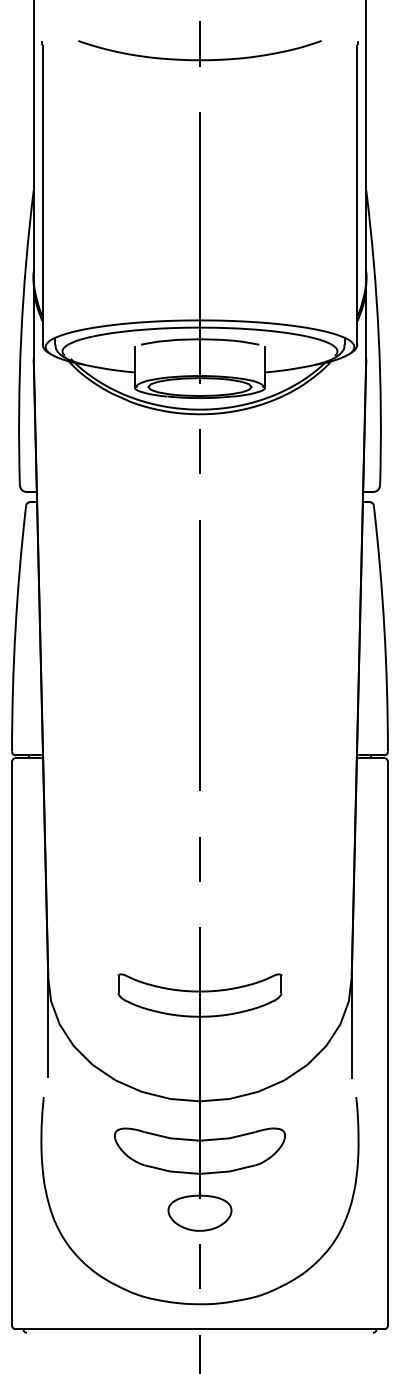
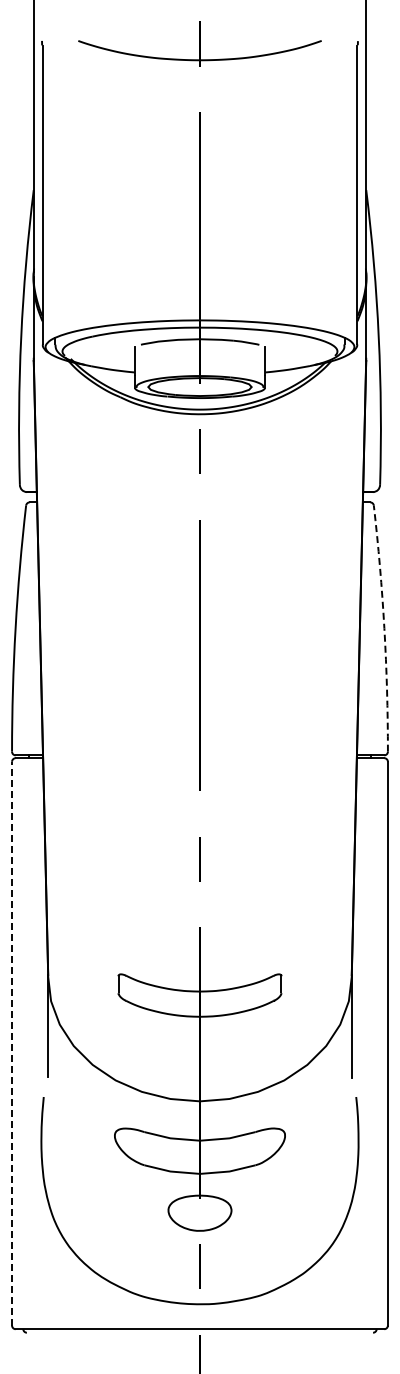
arc at (384, 628): solid -> dashed
line at (12, 1043): solid -> dashed
